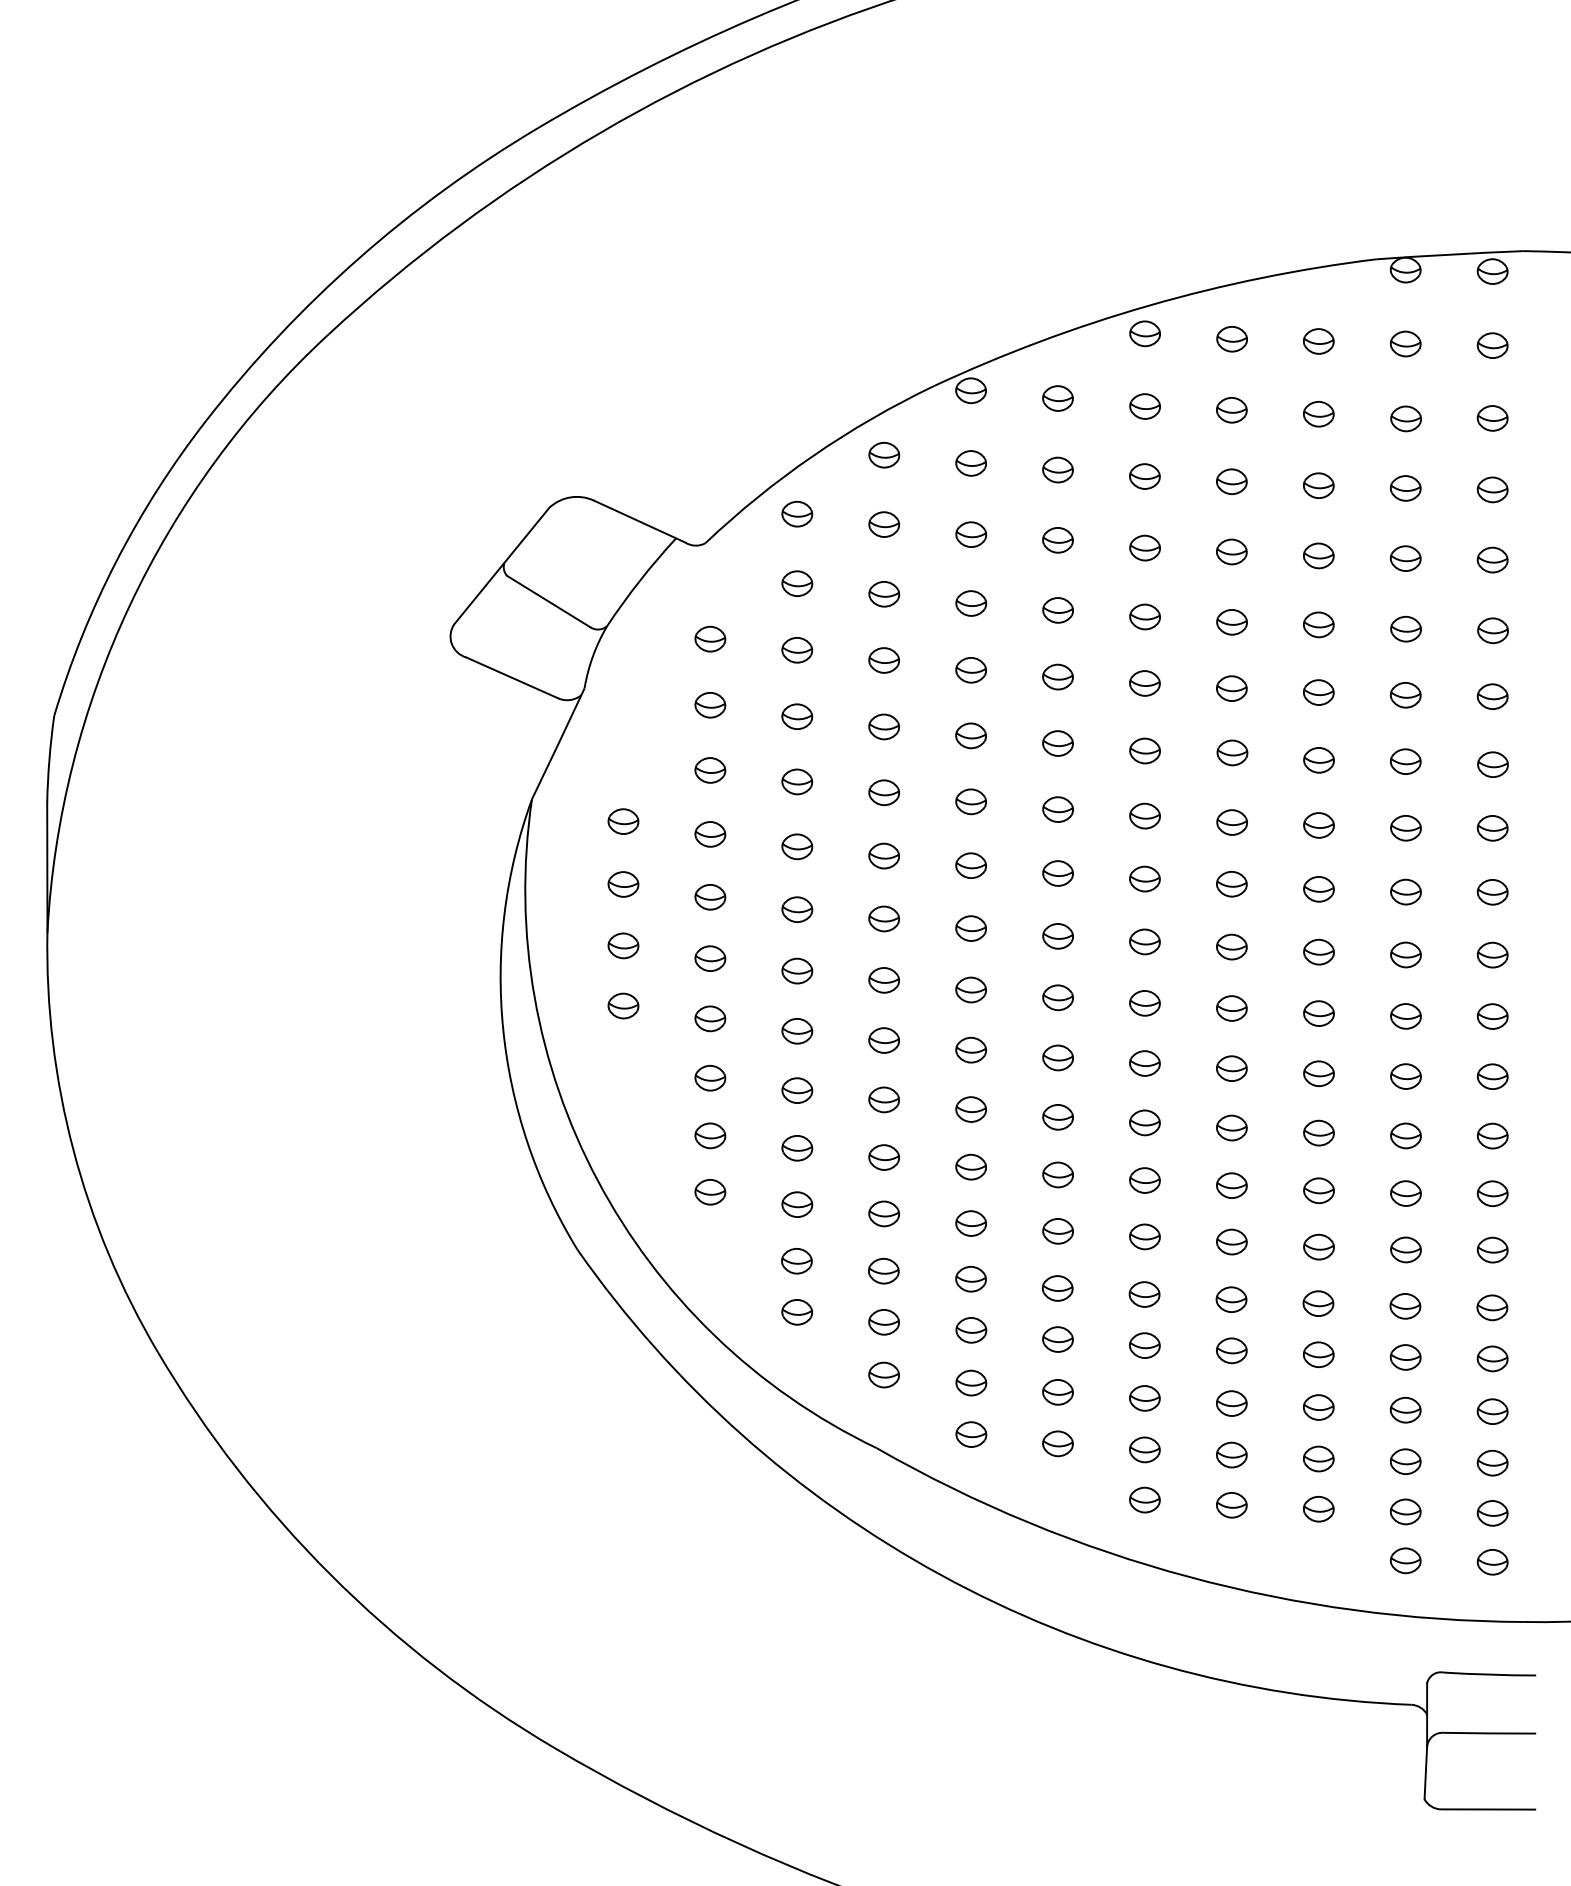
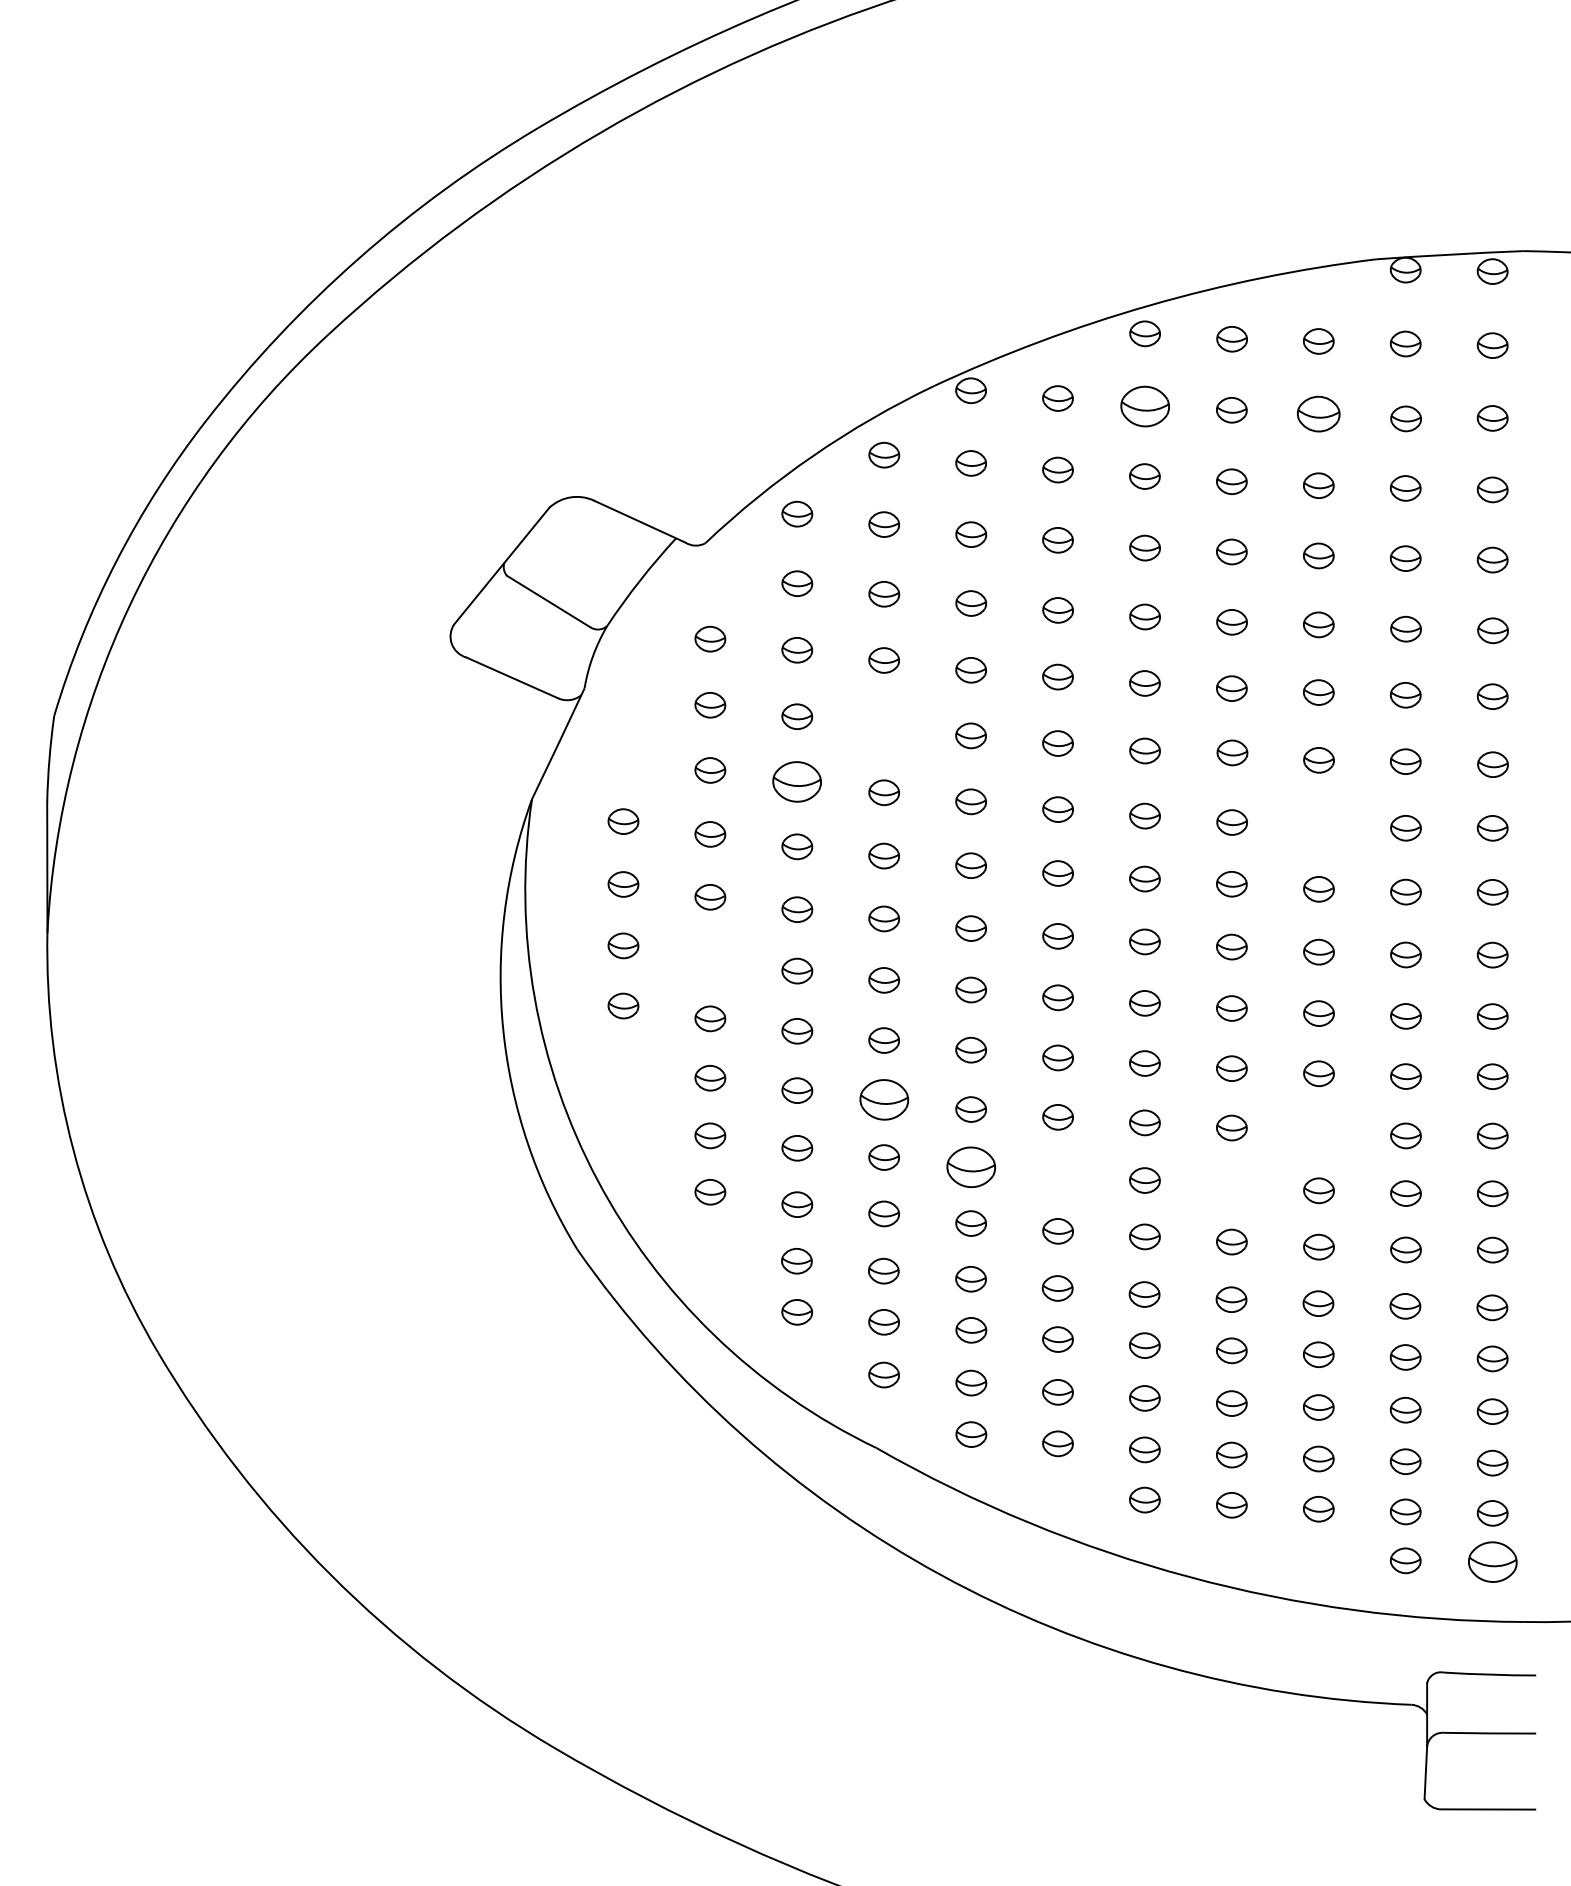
part at (1144, 406) size: 32x27 px -> 50x43 px
part at (1318, 414) size: 32x27 px -> 45x38 px
part at (883, 726): present -> none
part at (797, 781) size: 33x28 px -> 50x42 px
part at (1318, 825): present -> none
part at (710, 958): present -> none
part at (883, 1099) size: 32x28 px -> 51x42 px
part at (1318, 1132): present -> none
part at (970, 1166) size: 32x28 px -> 51x42 px
part at (1057, 1174): present -> none
part at (1231, 1185): present -> none
part at (1492, 1562) size: 33x27 px -> 50x42 px
